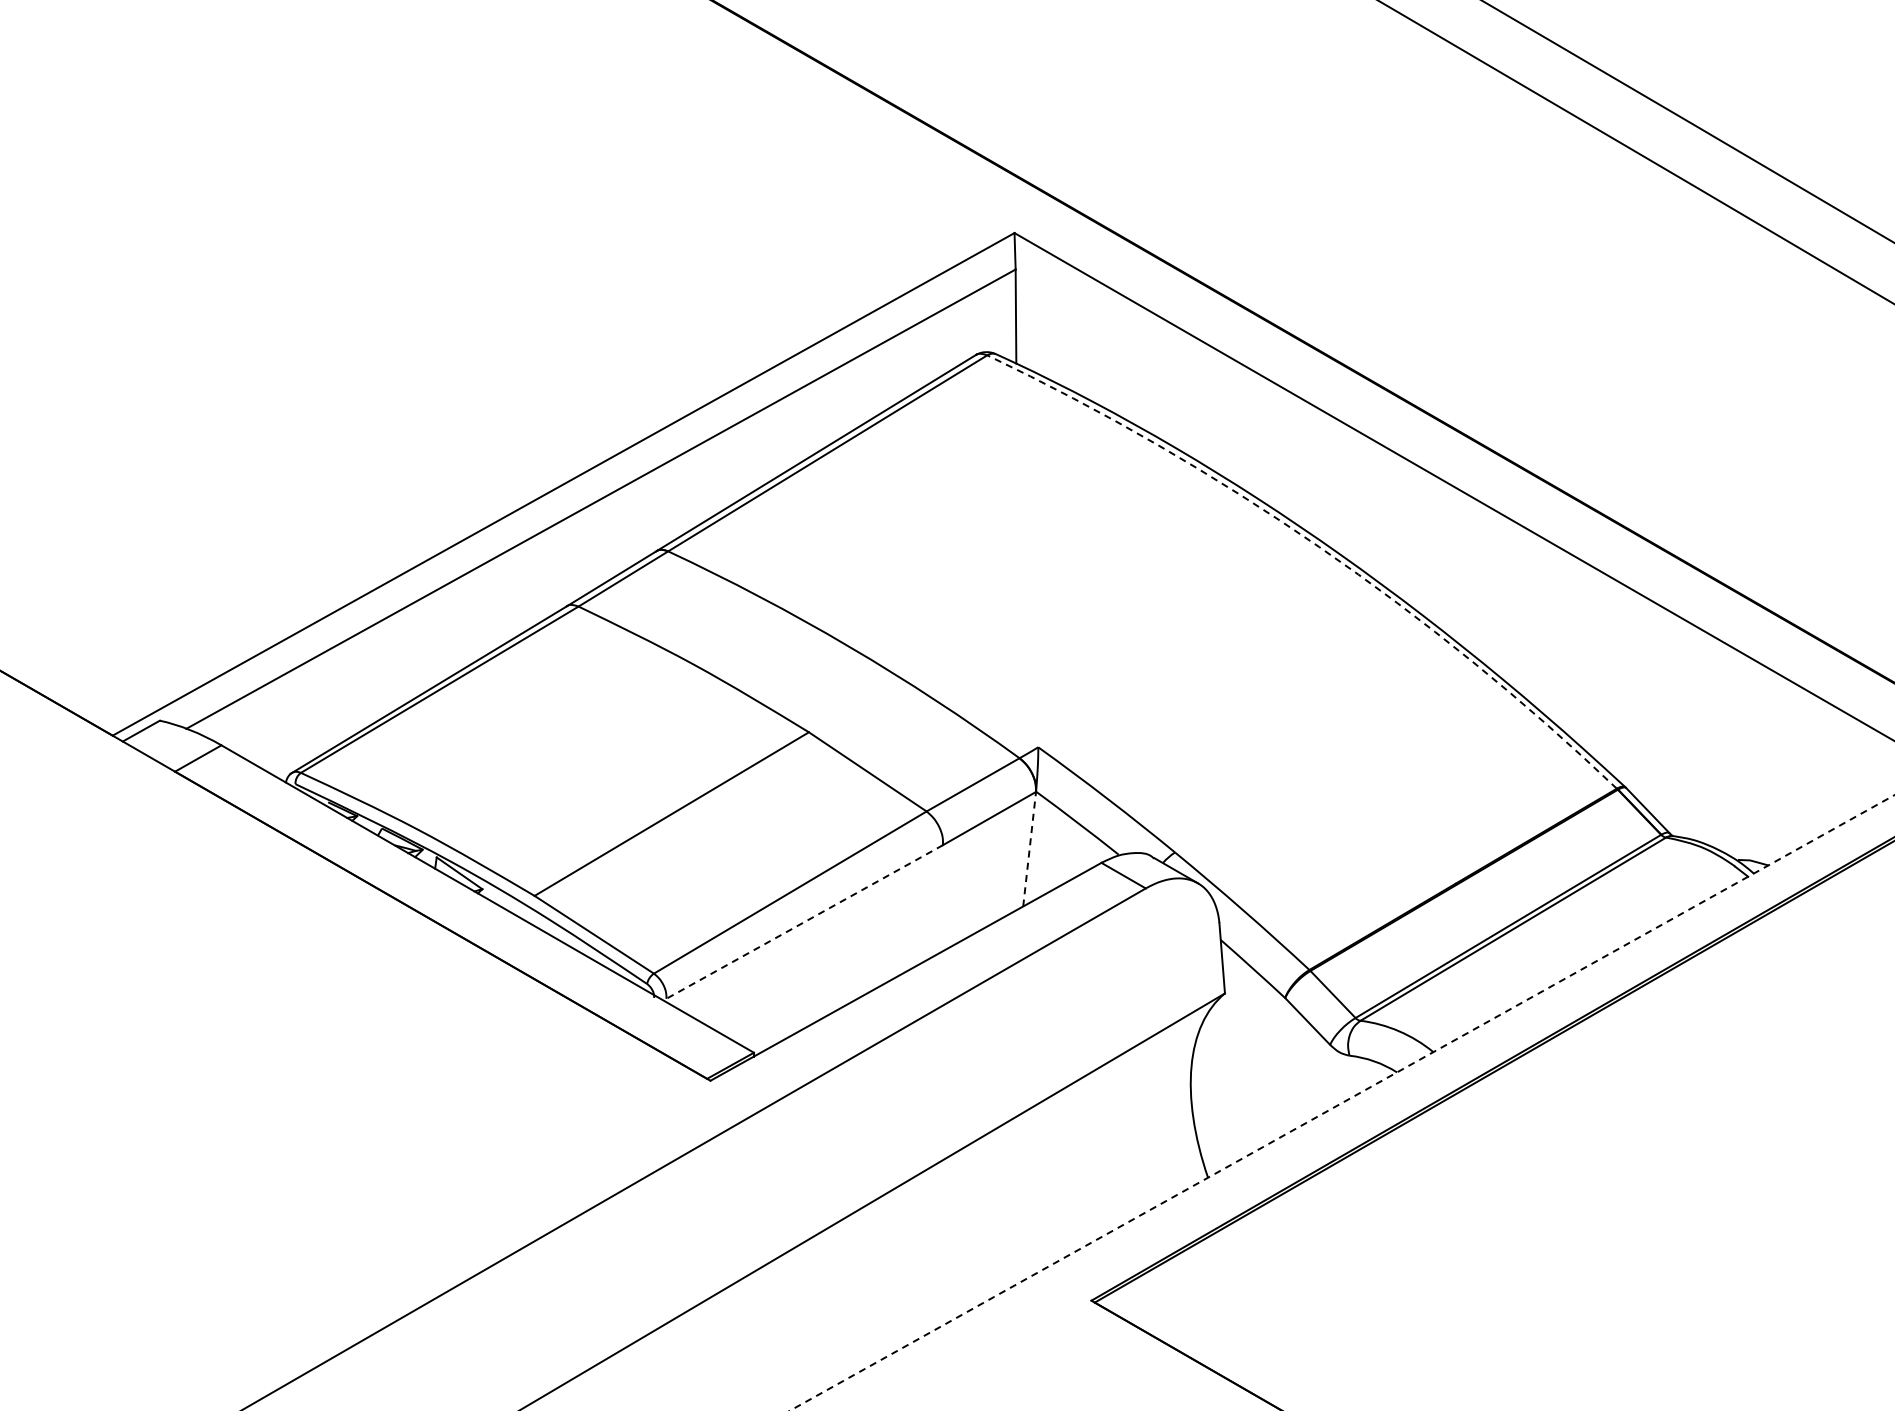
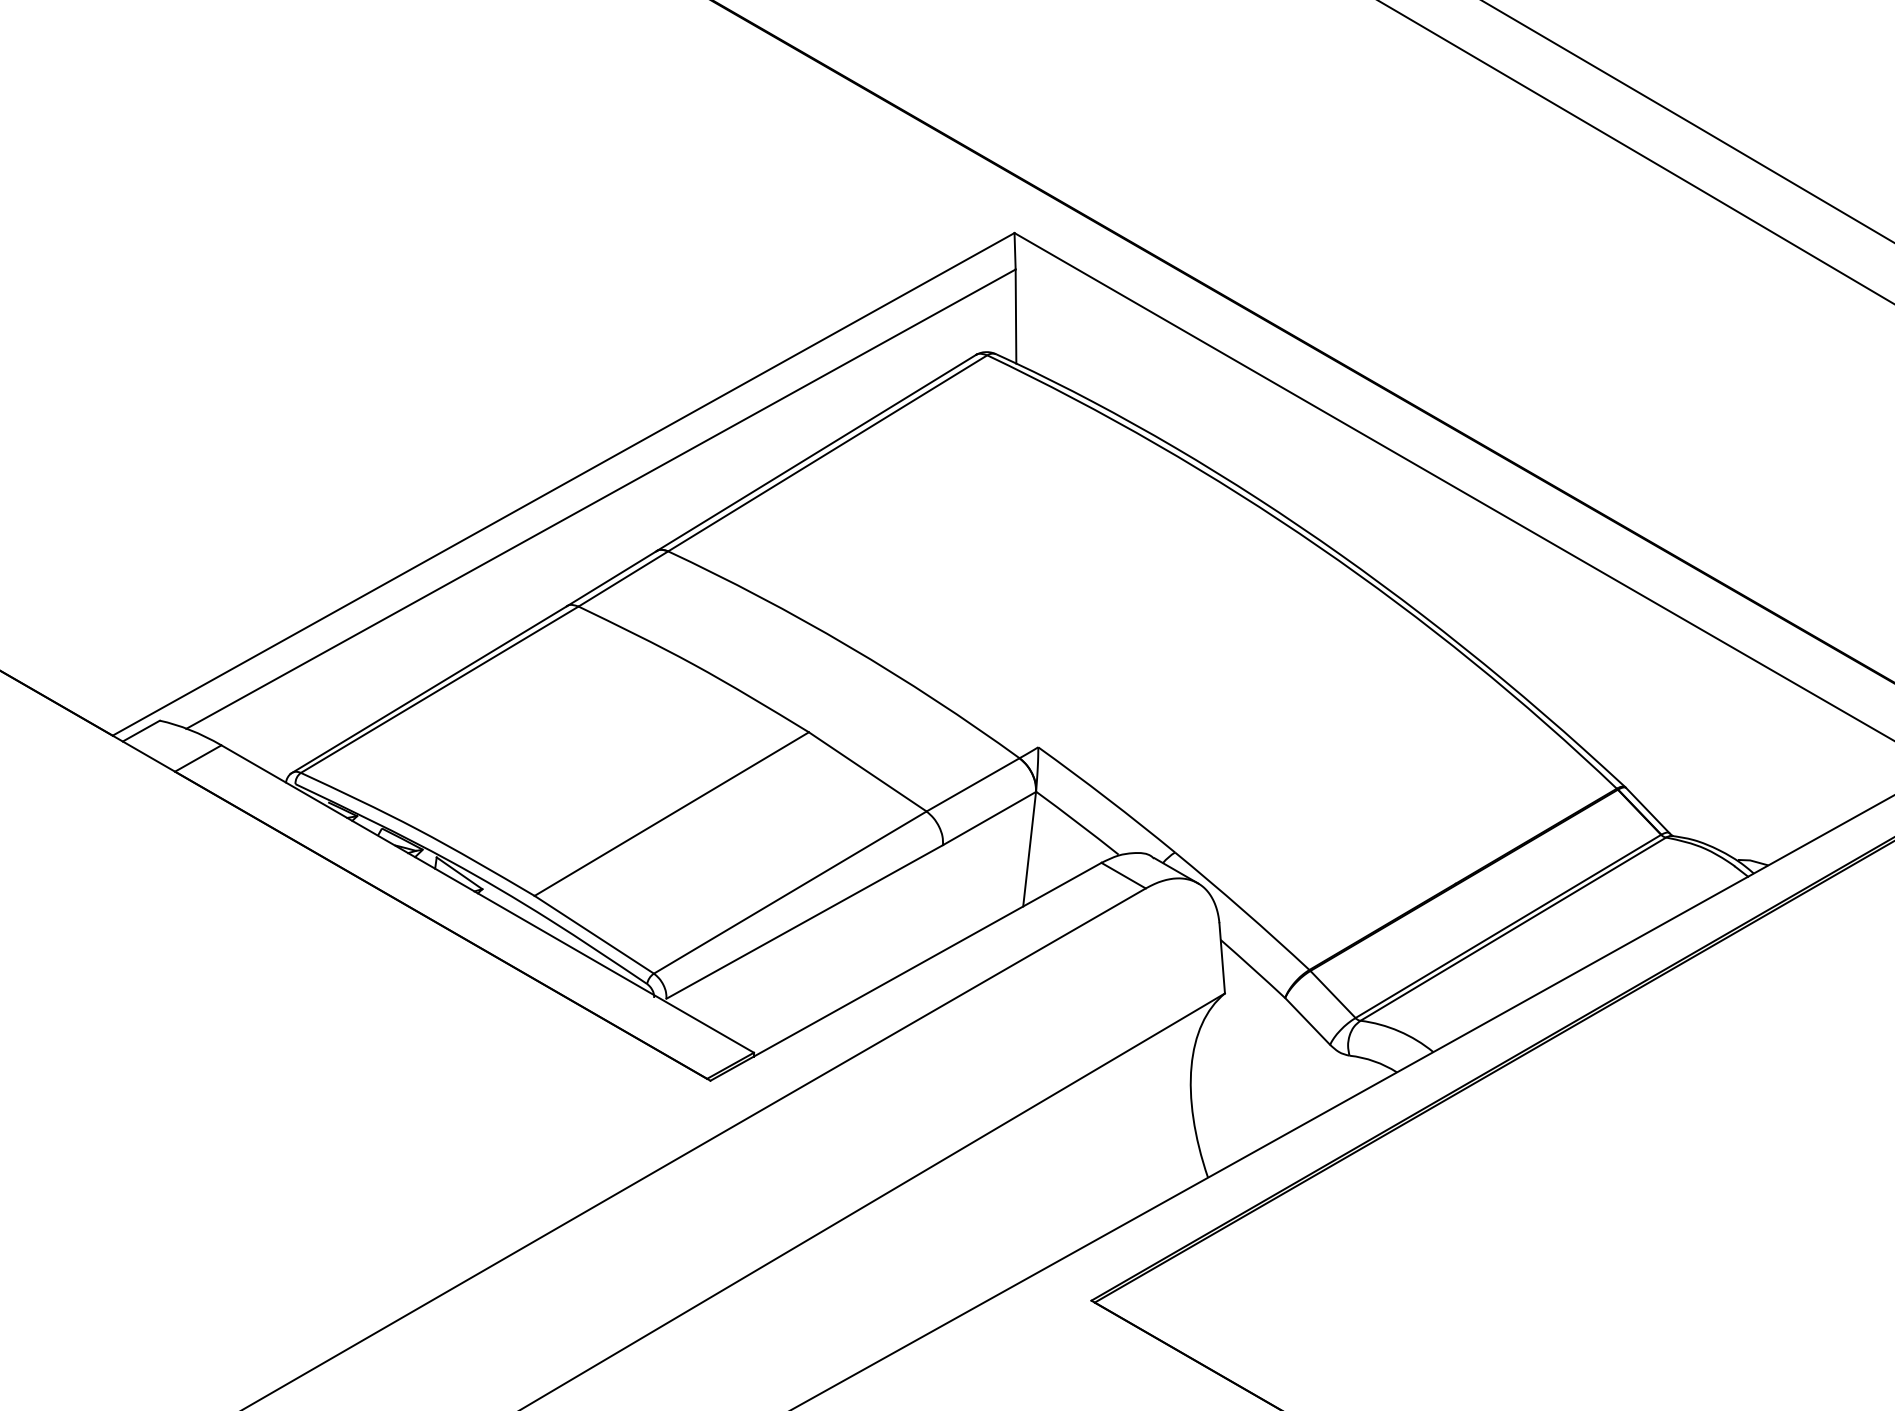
arc at (1319, 547): dashed -> solid
line at (1029, 849): dashed -> solid
line at (804, 922): dashed -> solid
line at (1341, 1103): dashed -> solid
